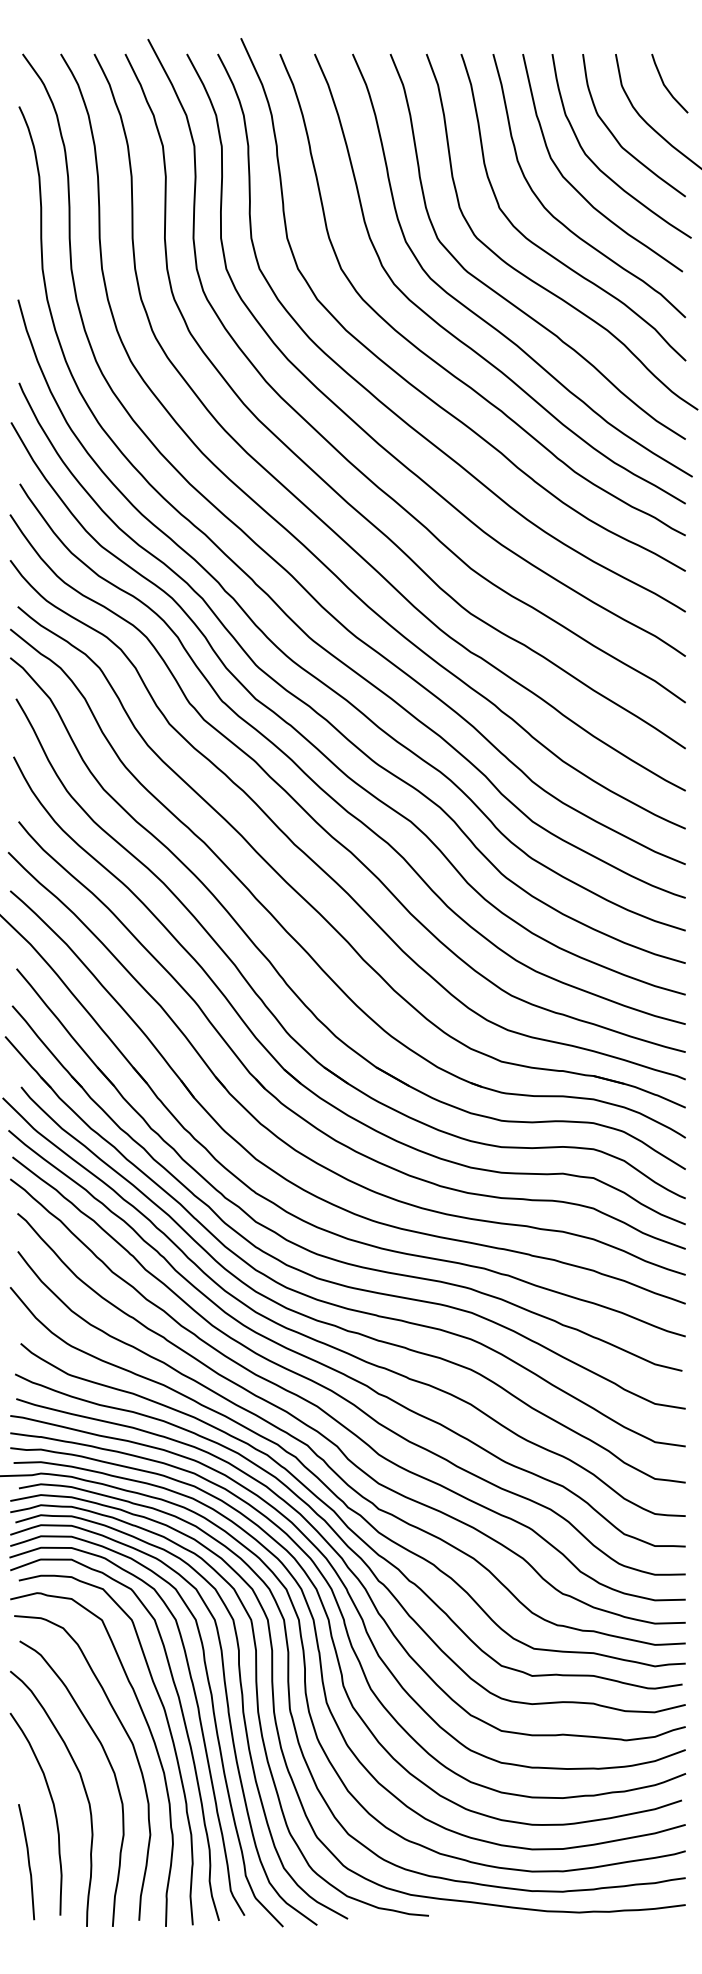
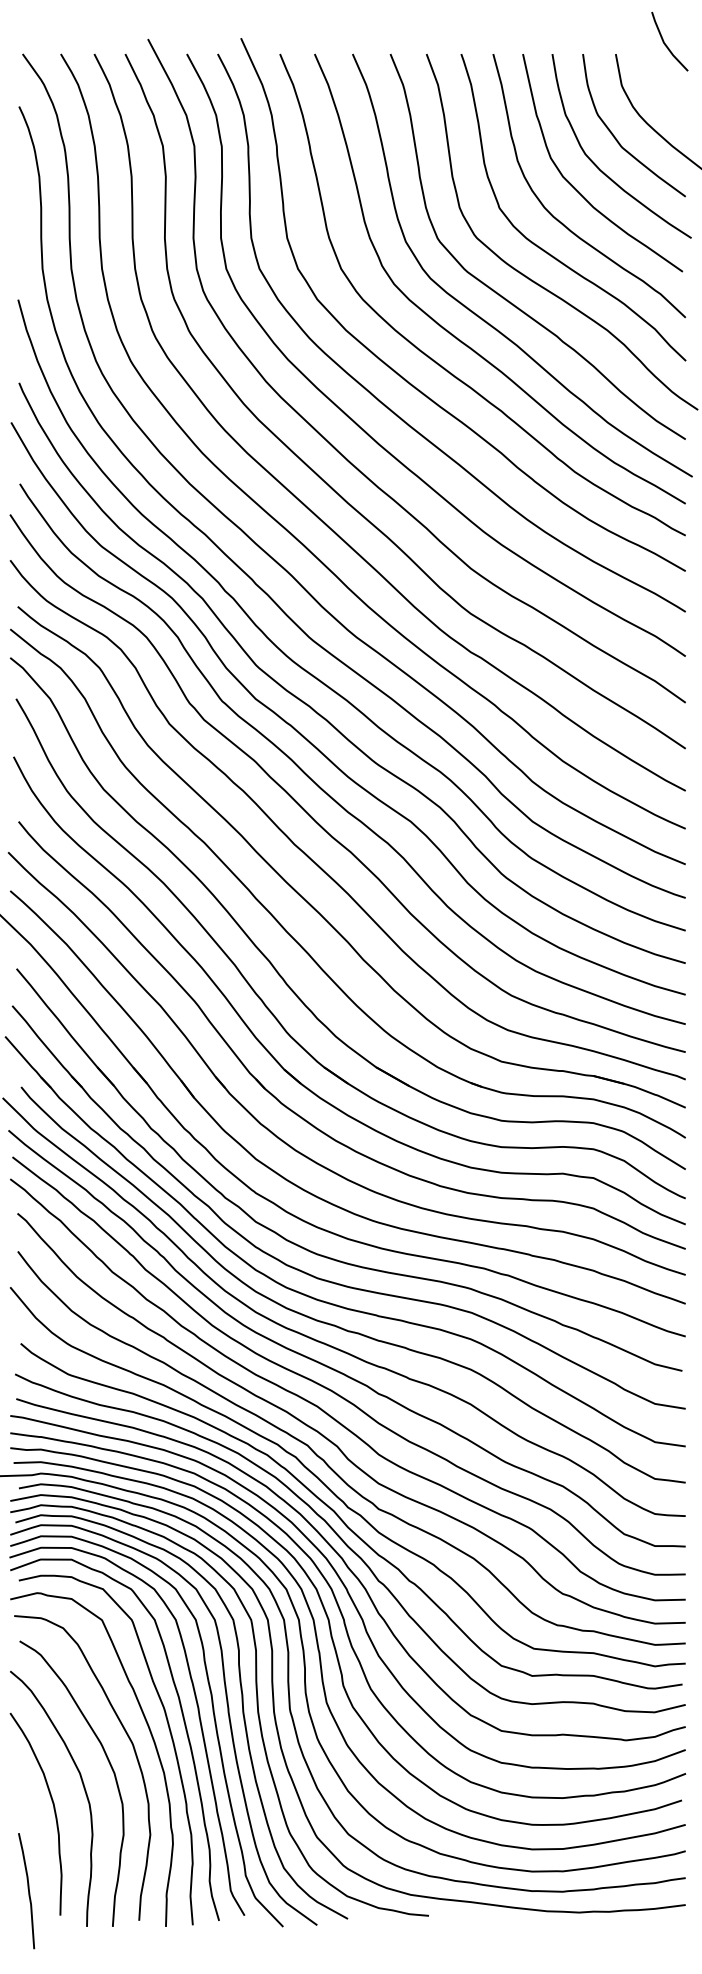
line at (666, 86) position: (666, 86) -> (666, 44)
curve at (28, 1862) position: (28, 1862) -> (28, 1891)
